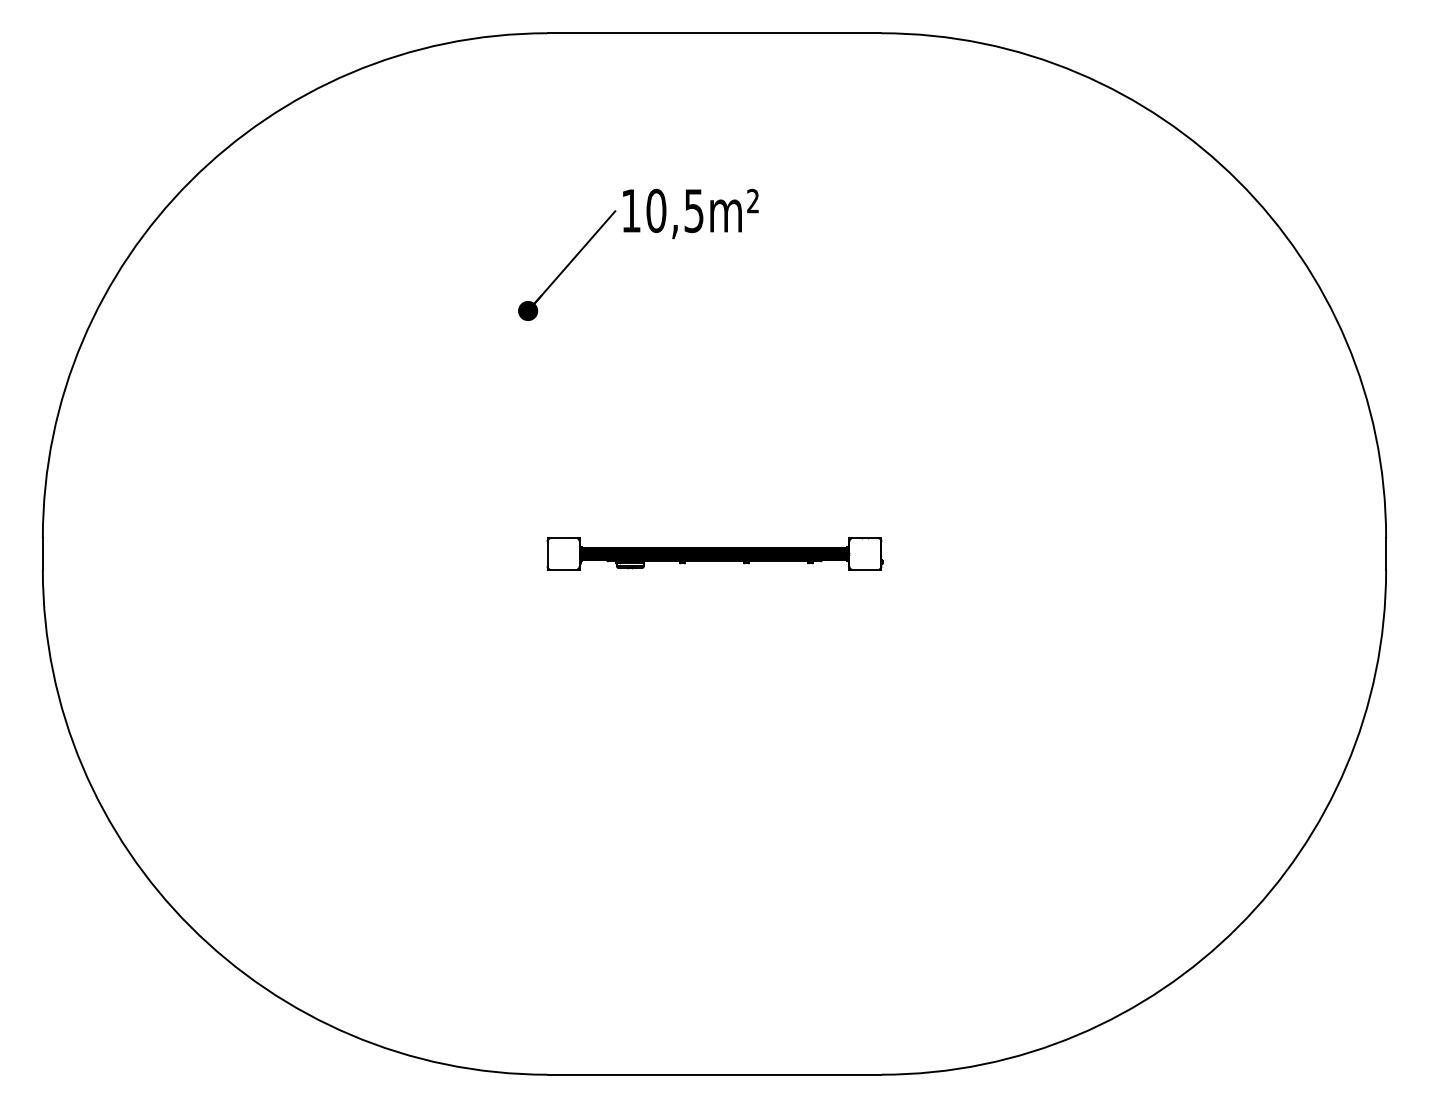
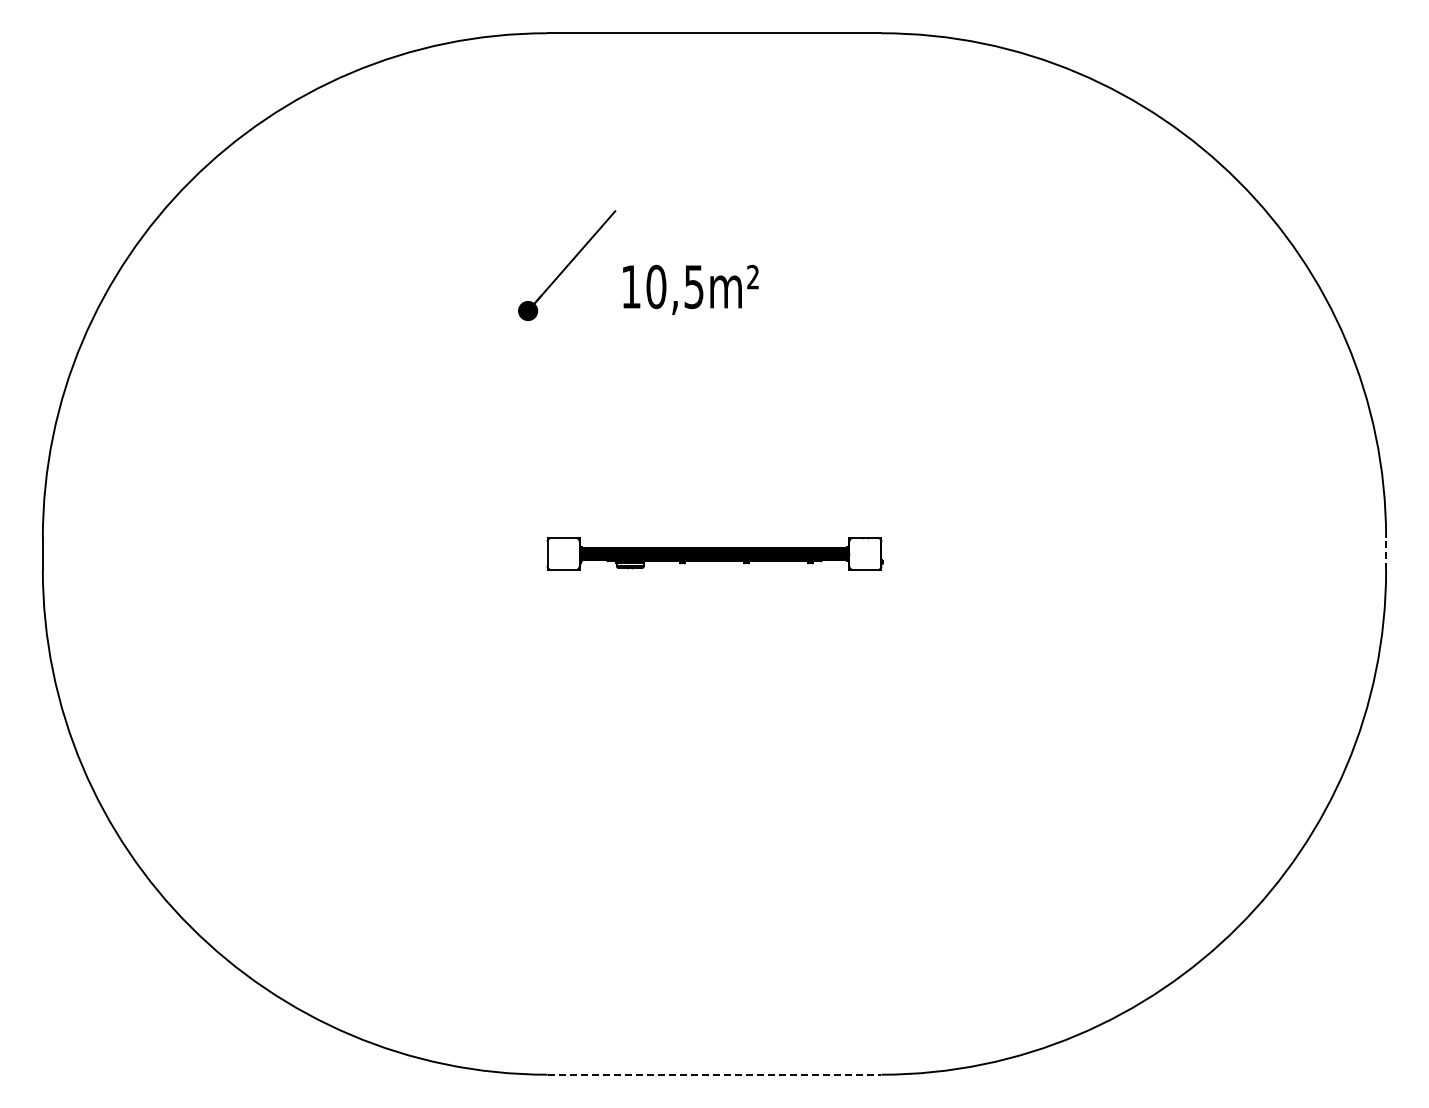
text at (690, 213) position: (690, 213) -> (690, 289)
line at (1386, 554): solid -> dashed
line at (714, 1074): solid -> dashed
